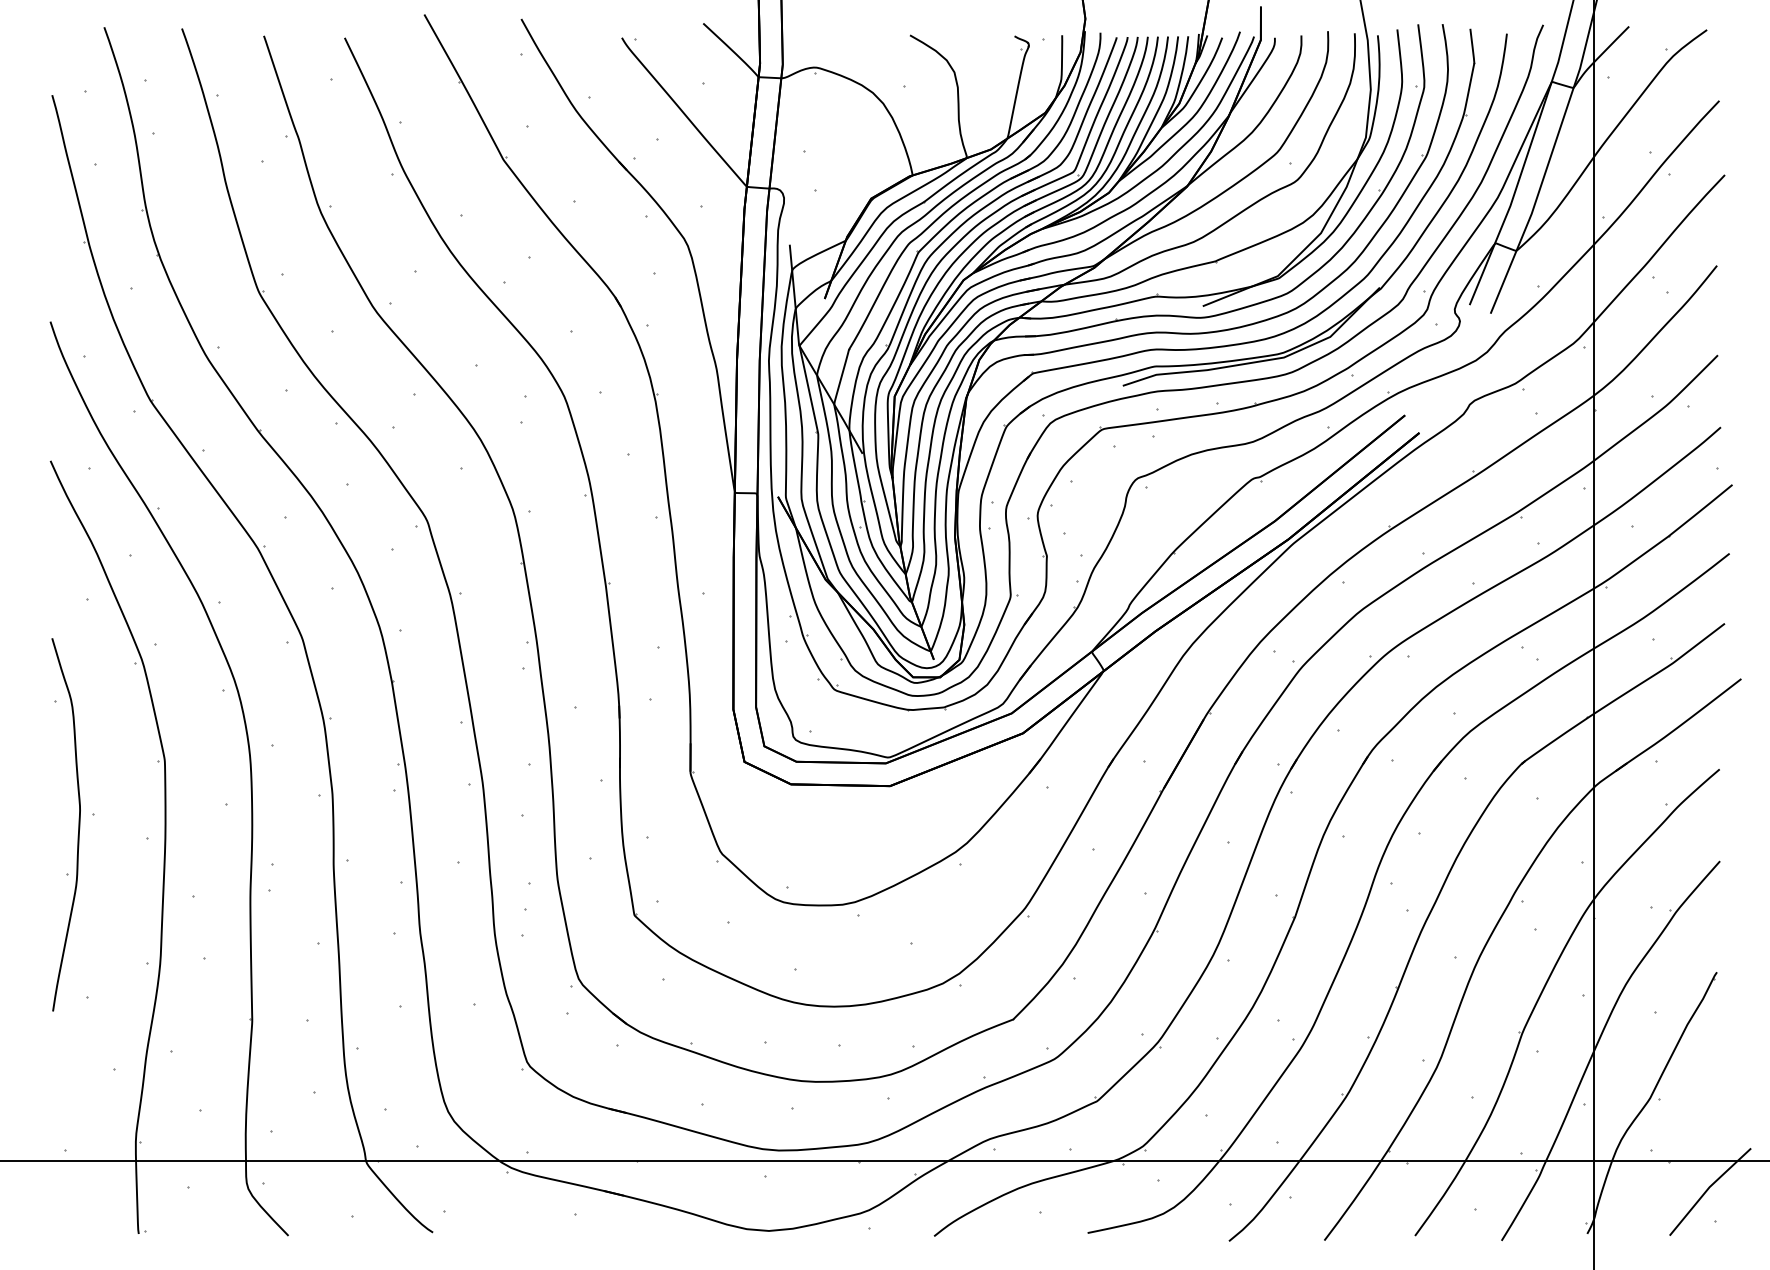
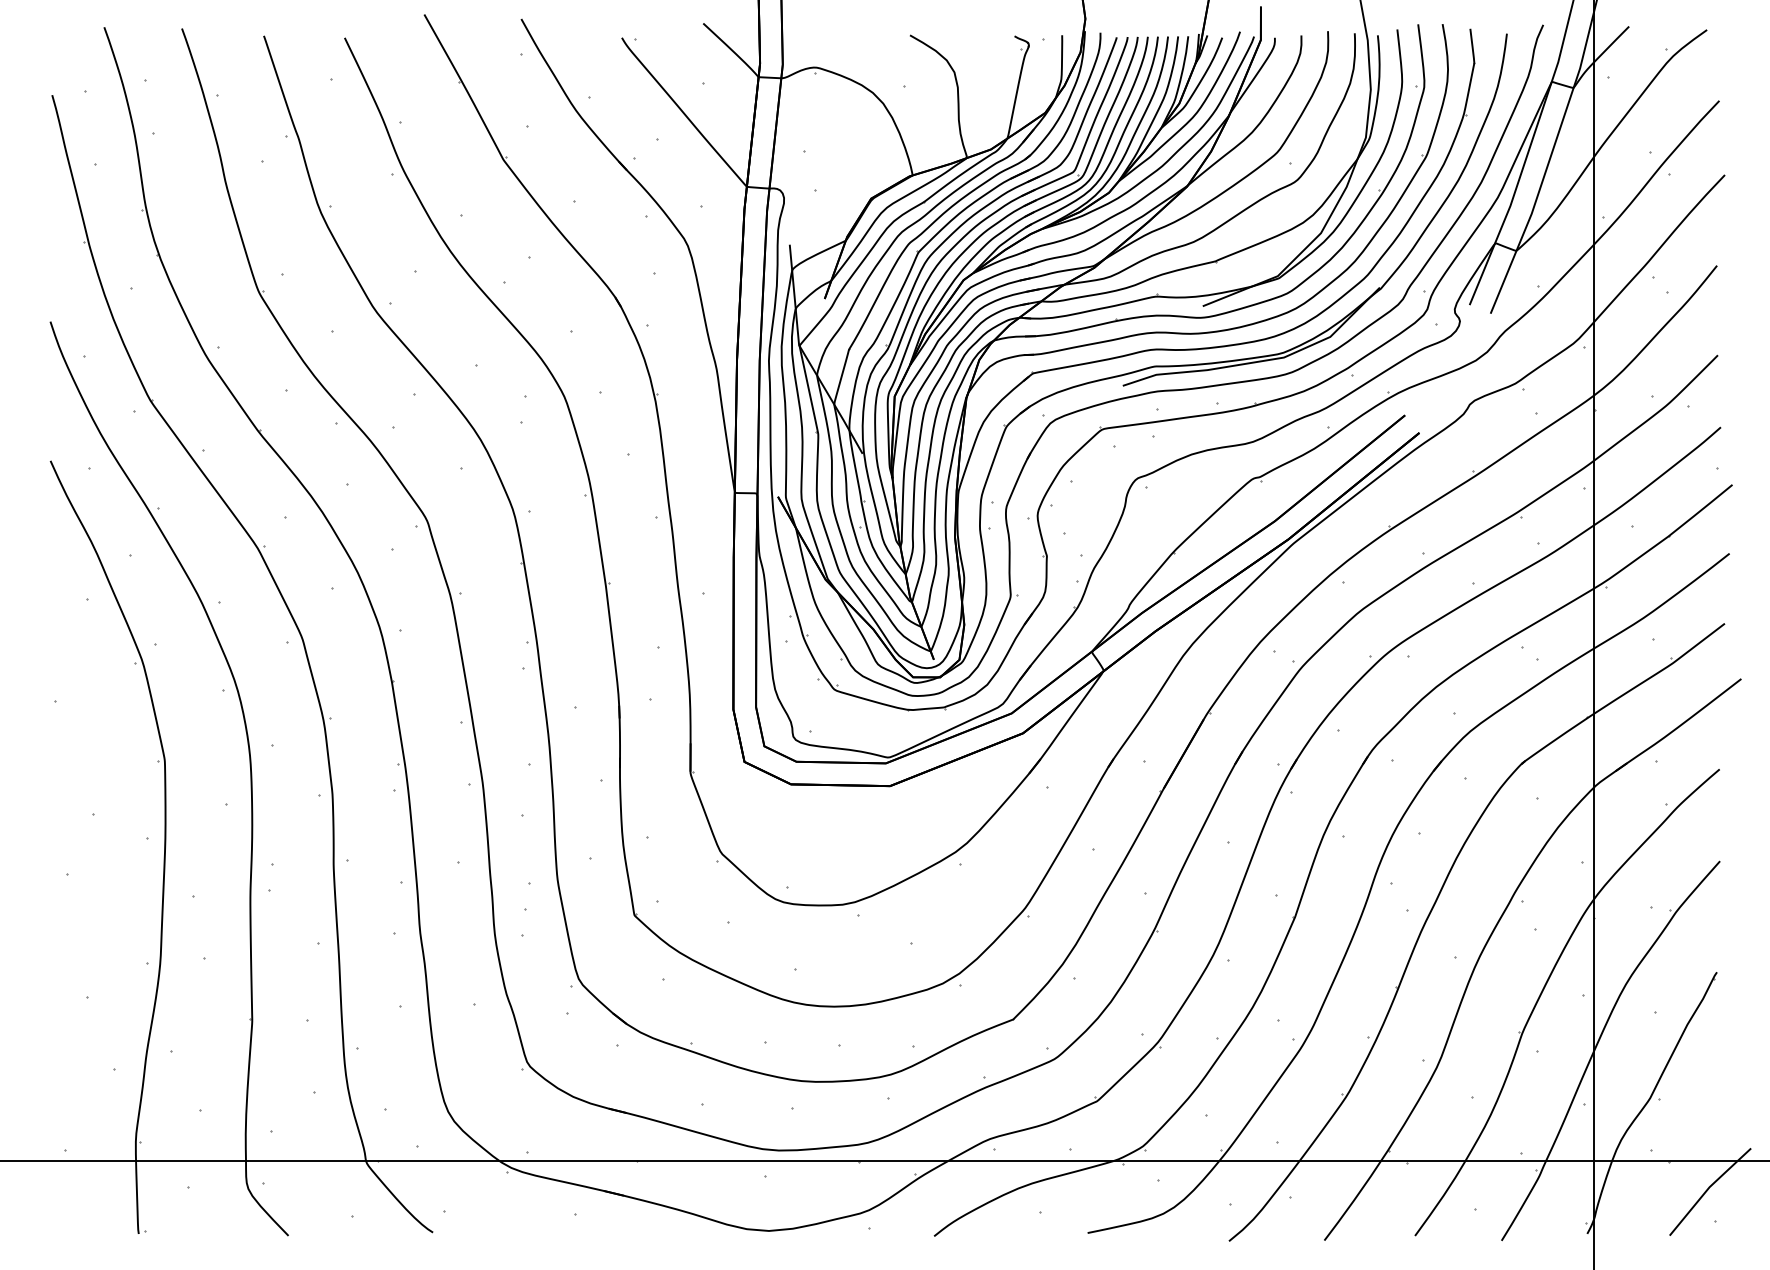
curve at (78, 824): present -> none
